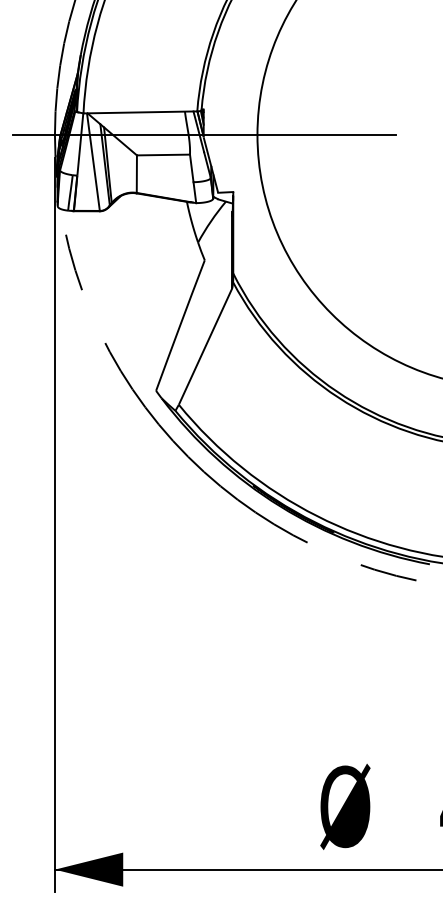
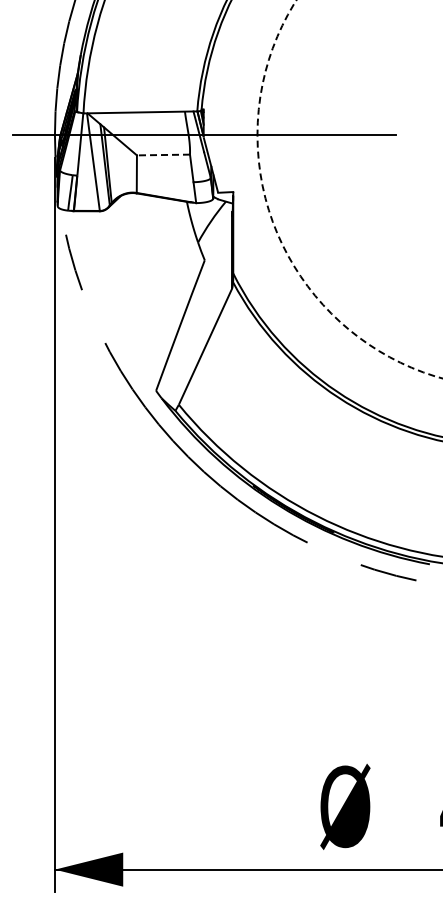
line at (163, 155): solid -> dashed
circle at (349, 189): solid -> dashed
